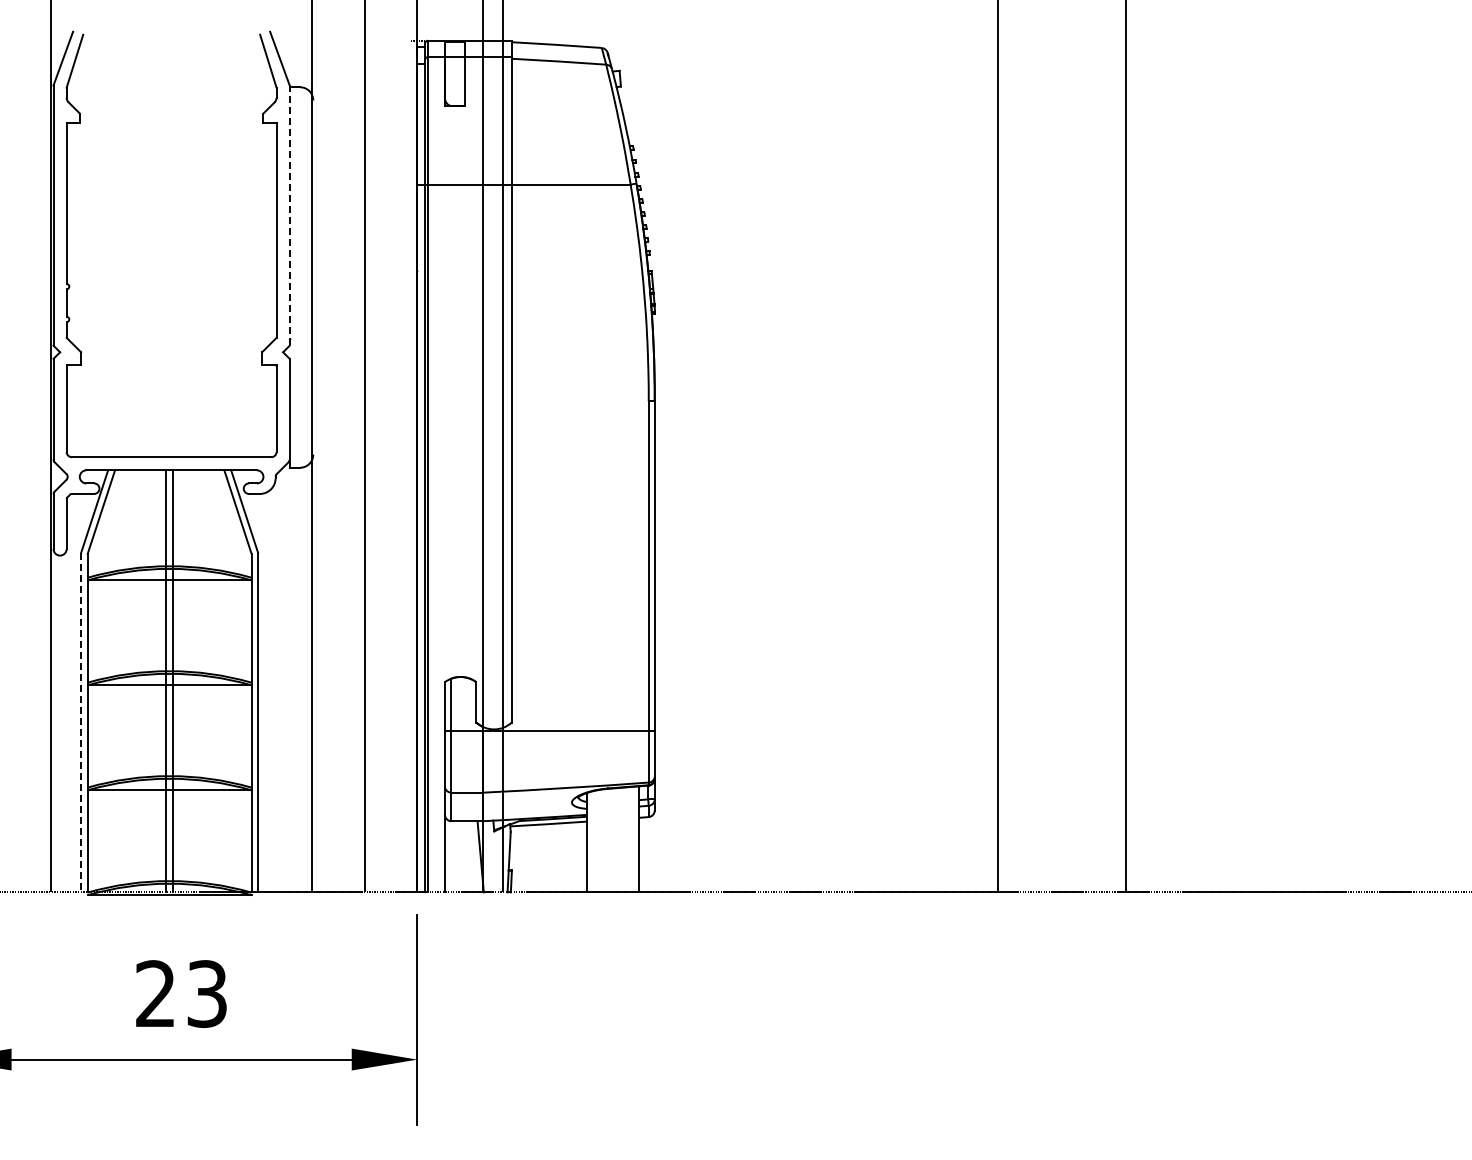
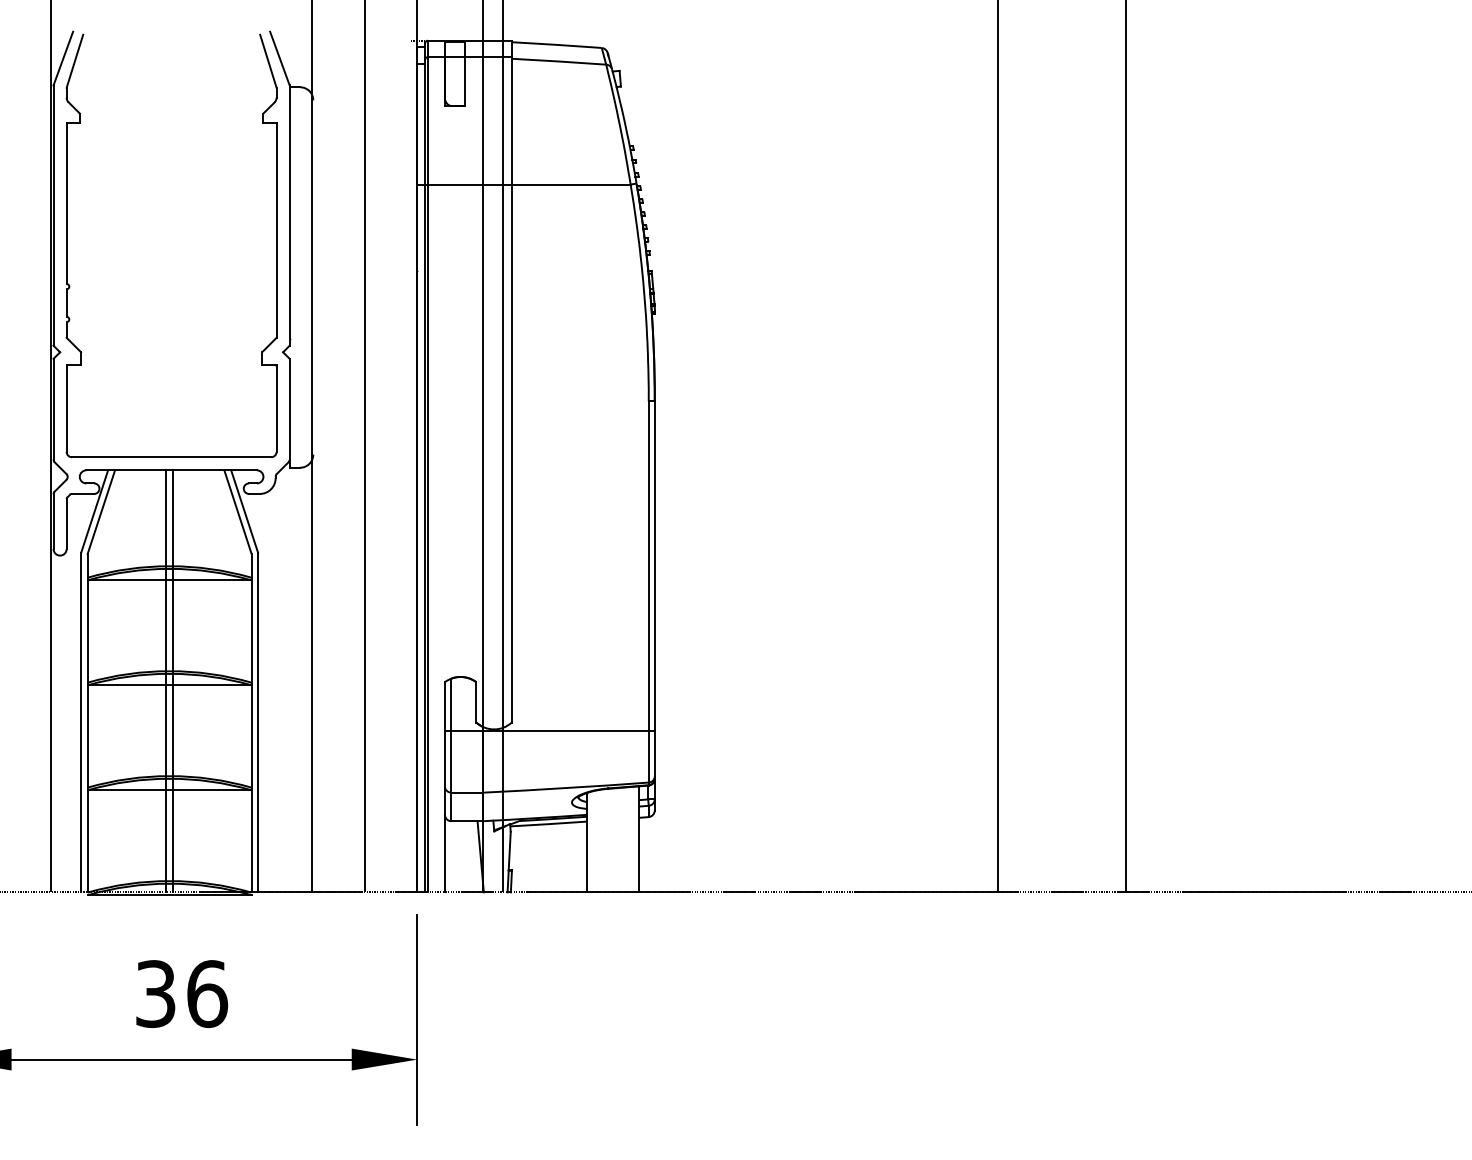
line at (289, 216): dashed -> solid
line at (81, 722): dashed -> solid
text at (182, 994): 23 -> 36
